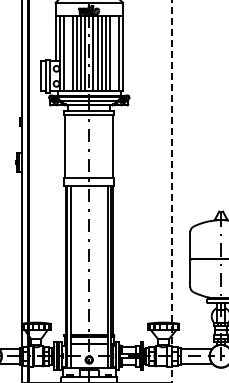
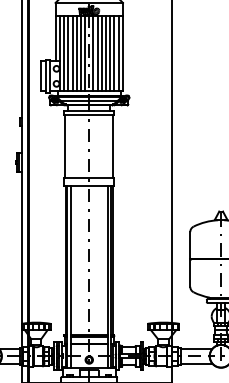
line at (68, 53): none -> present
line at (114, 53): none -> present
line at (171, 190): dashed -> solid
